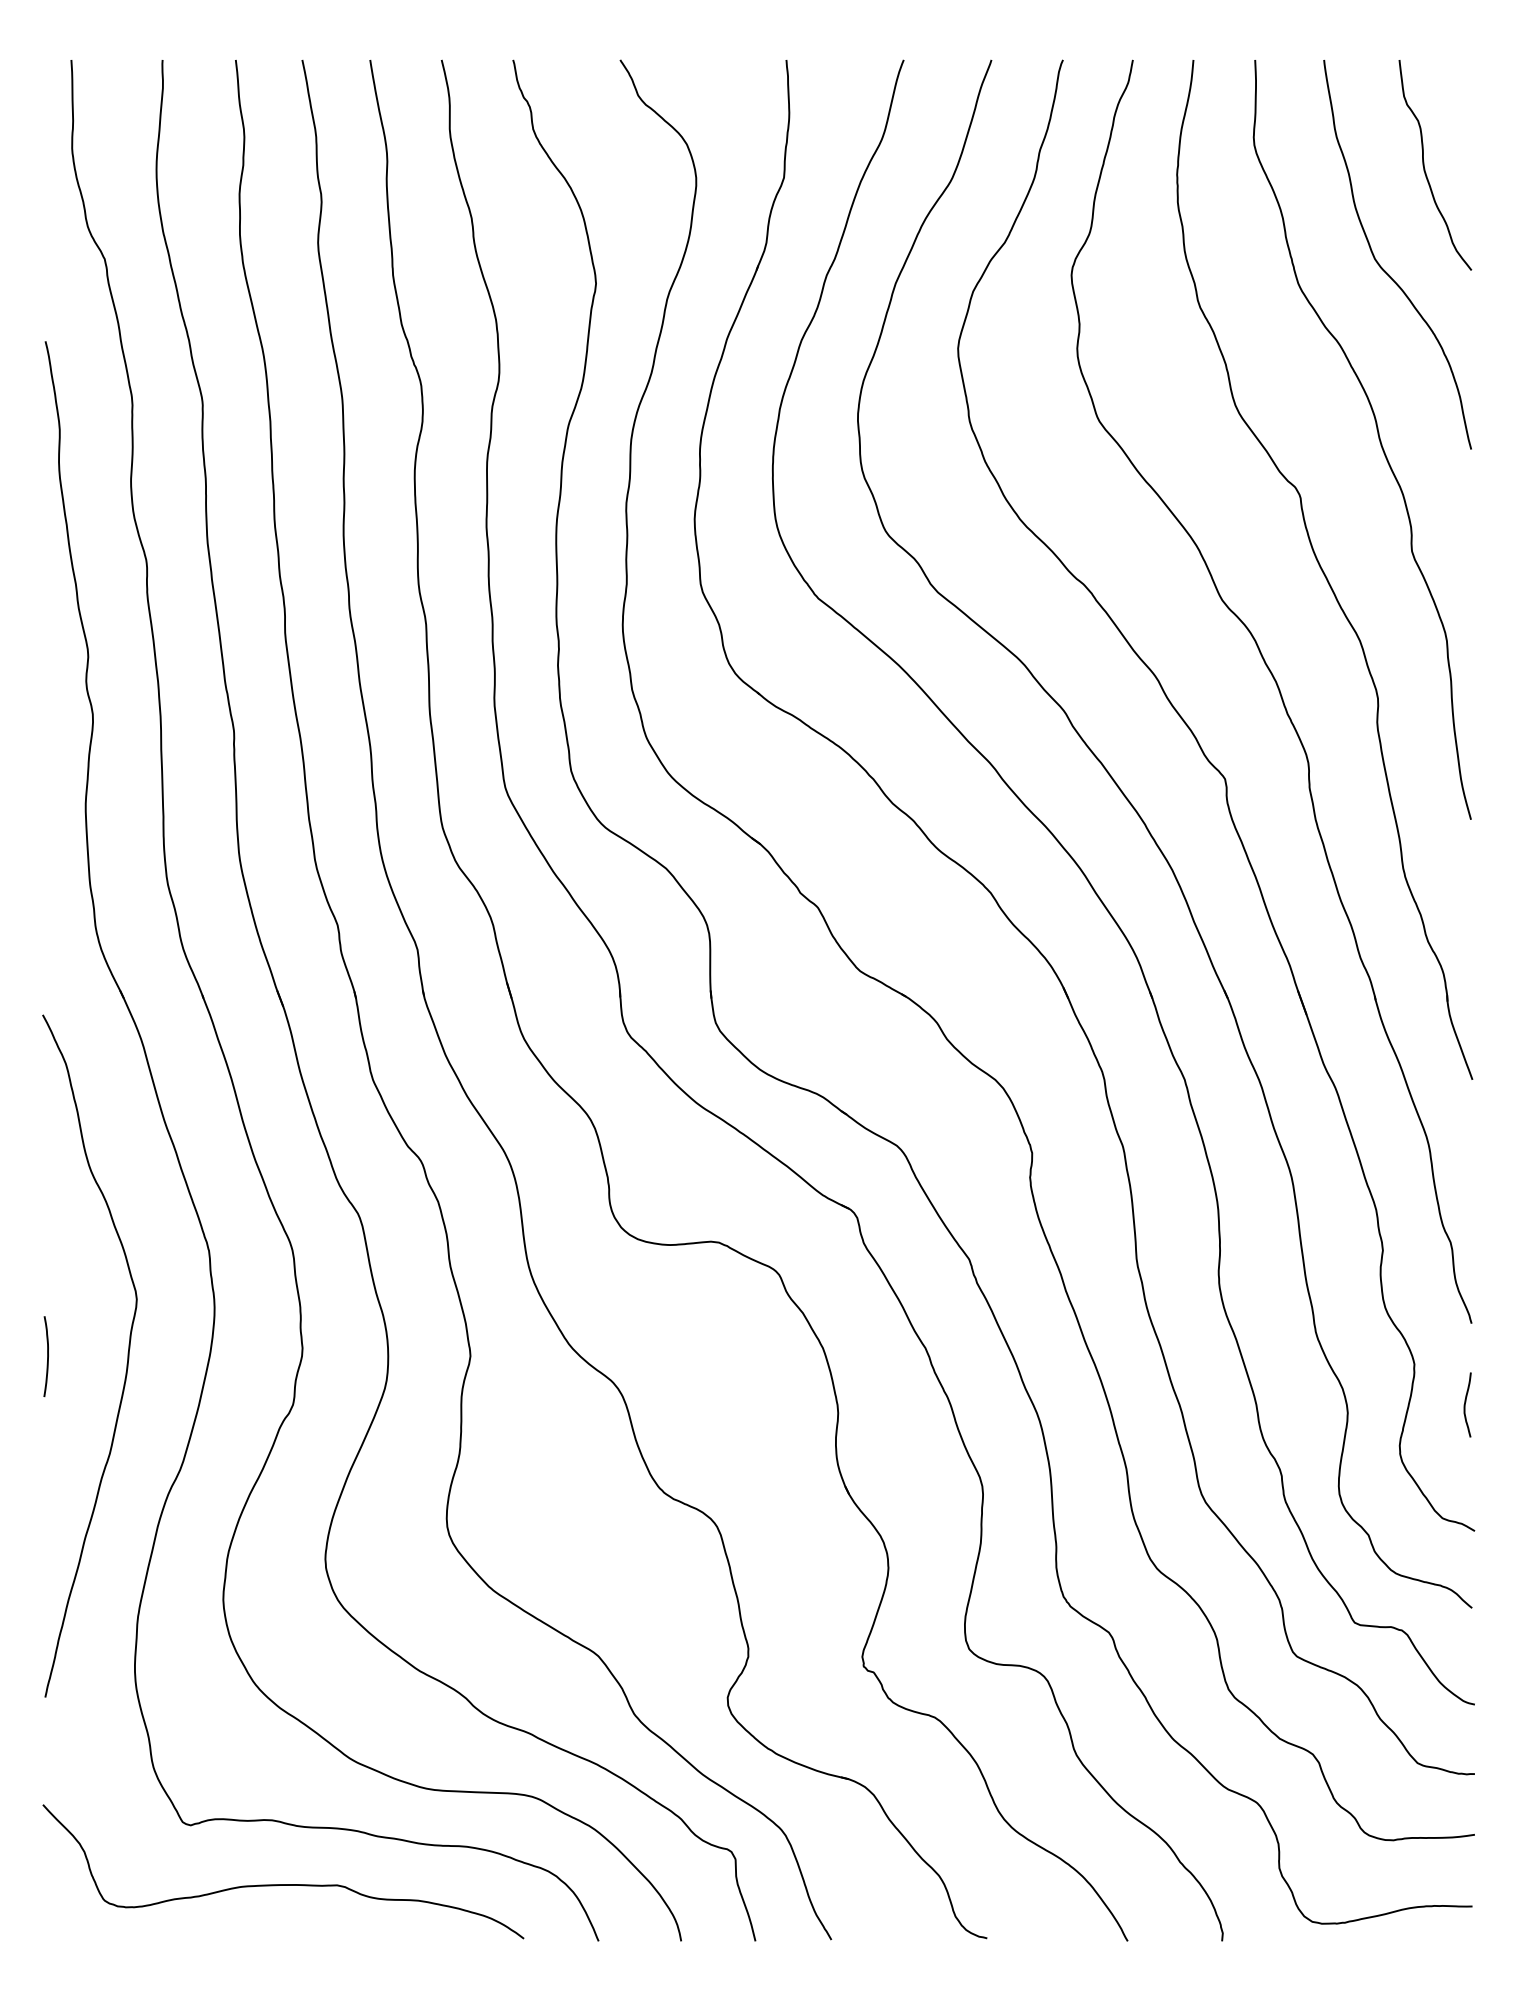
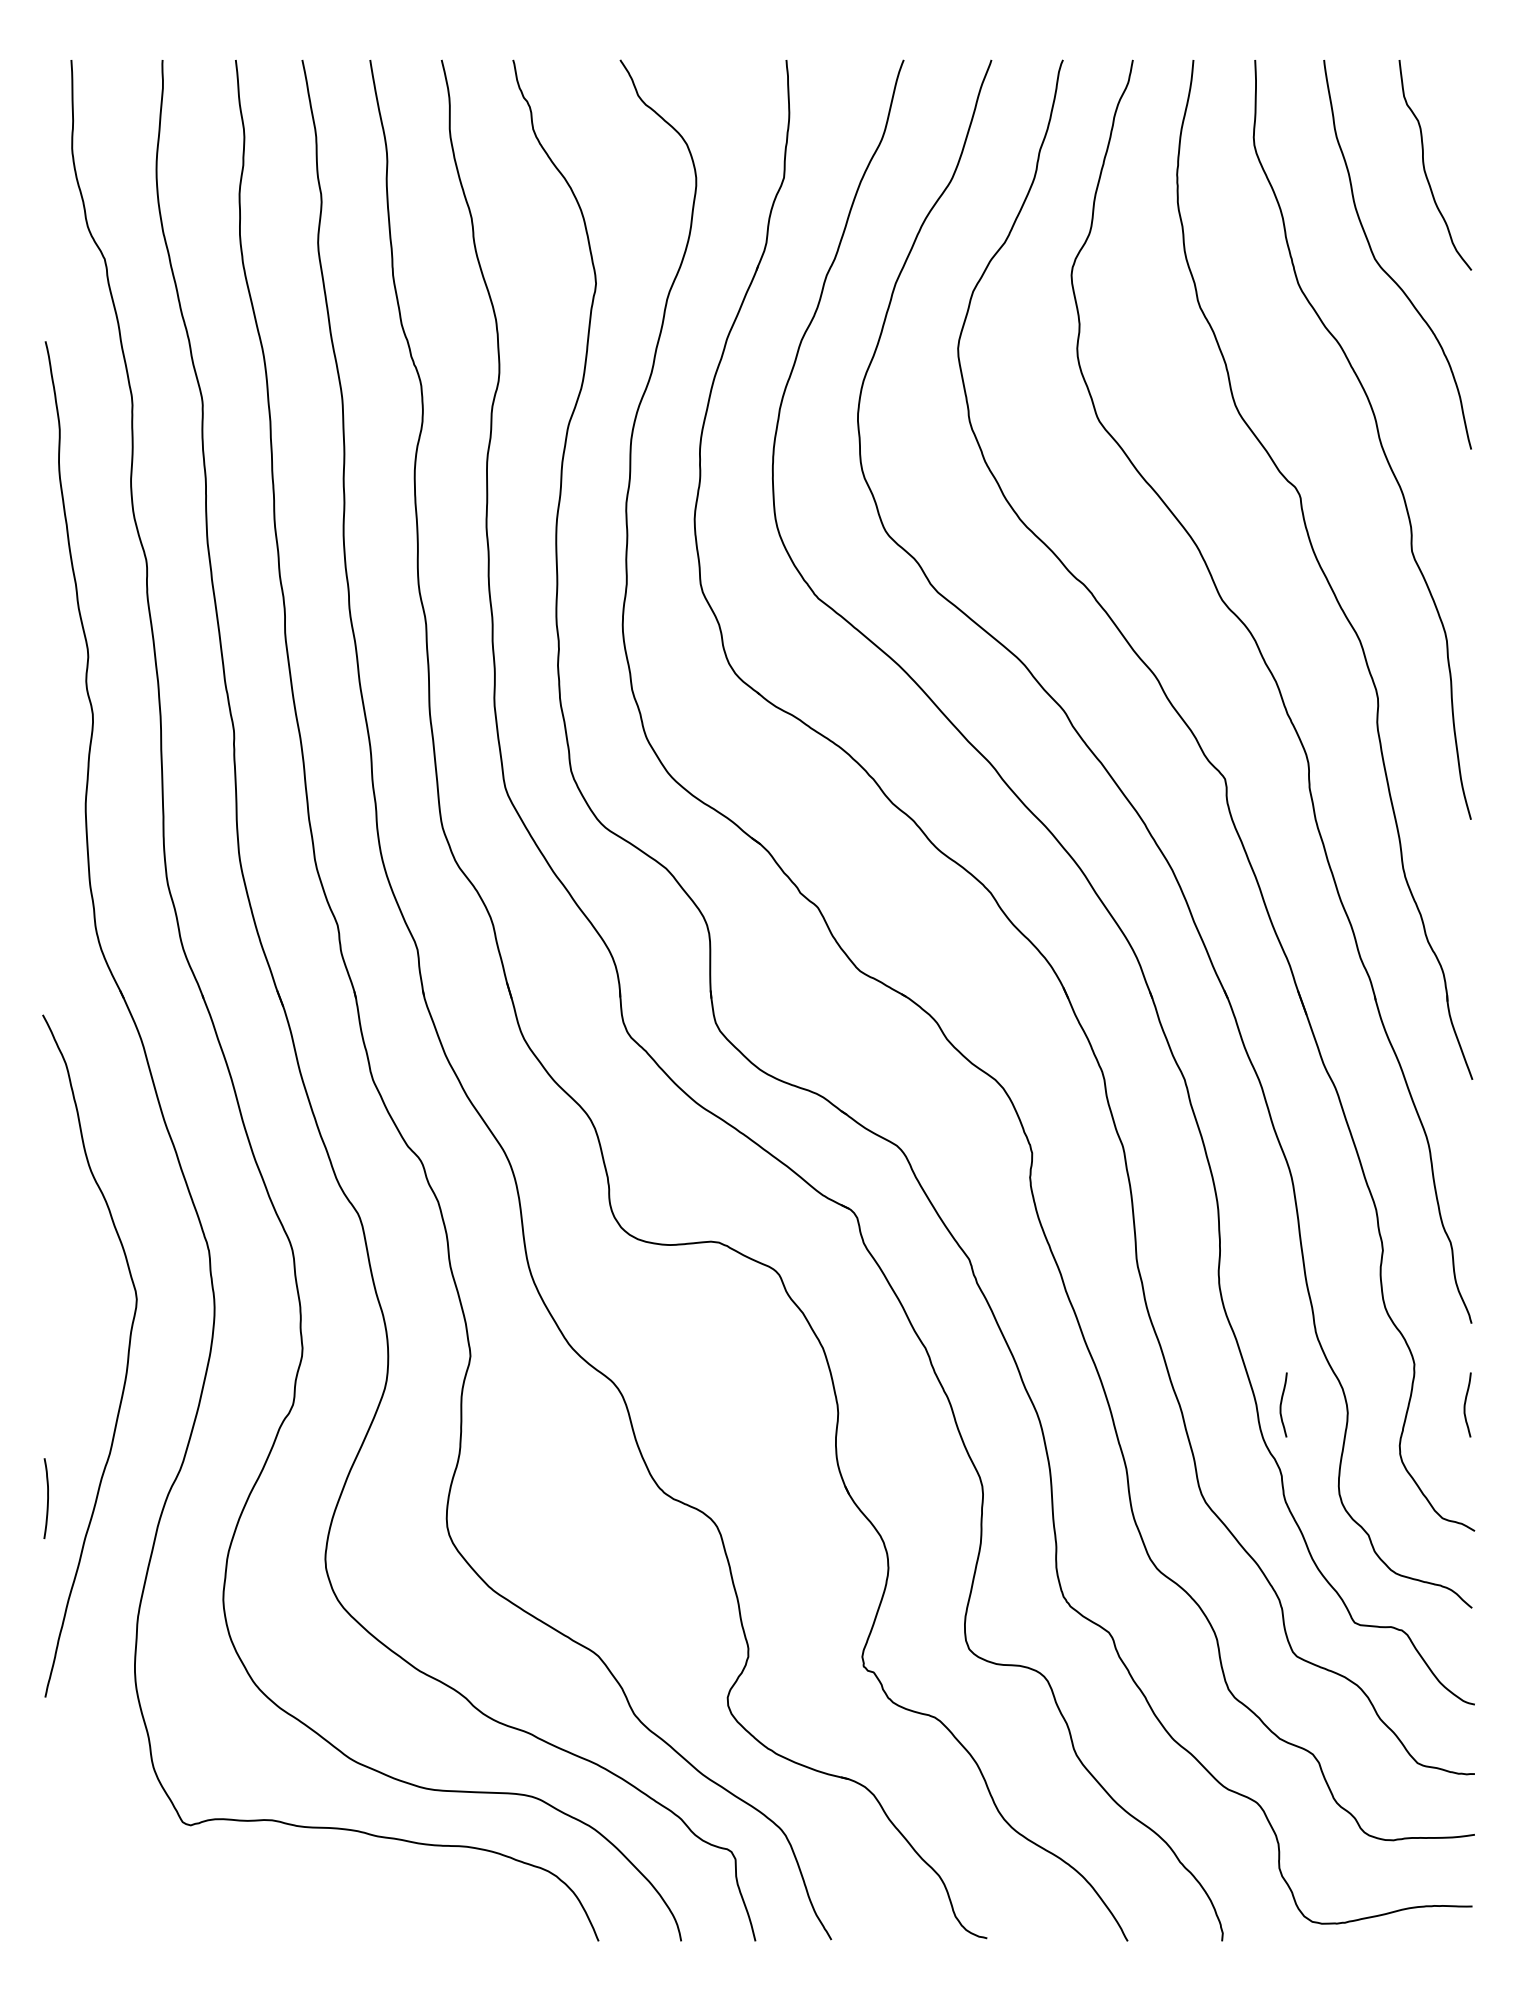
curve at (47, 1356) position: (47, 1356) -> (47, 1498)
curve at (1281, 1404): none -> present
curve at (283, 1884): present -> none
